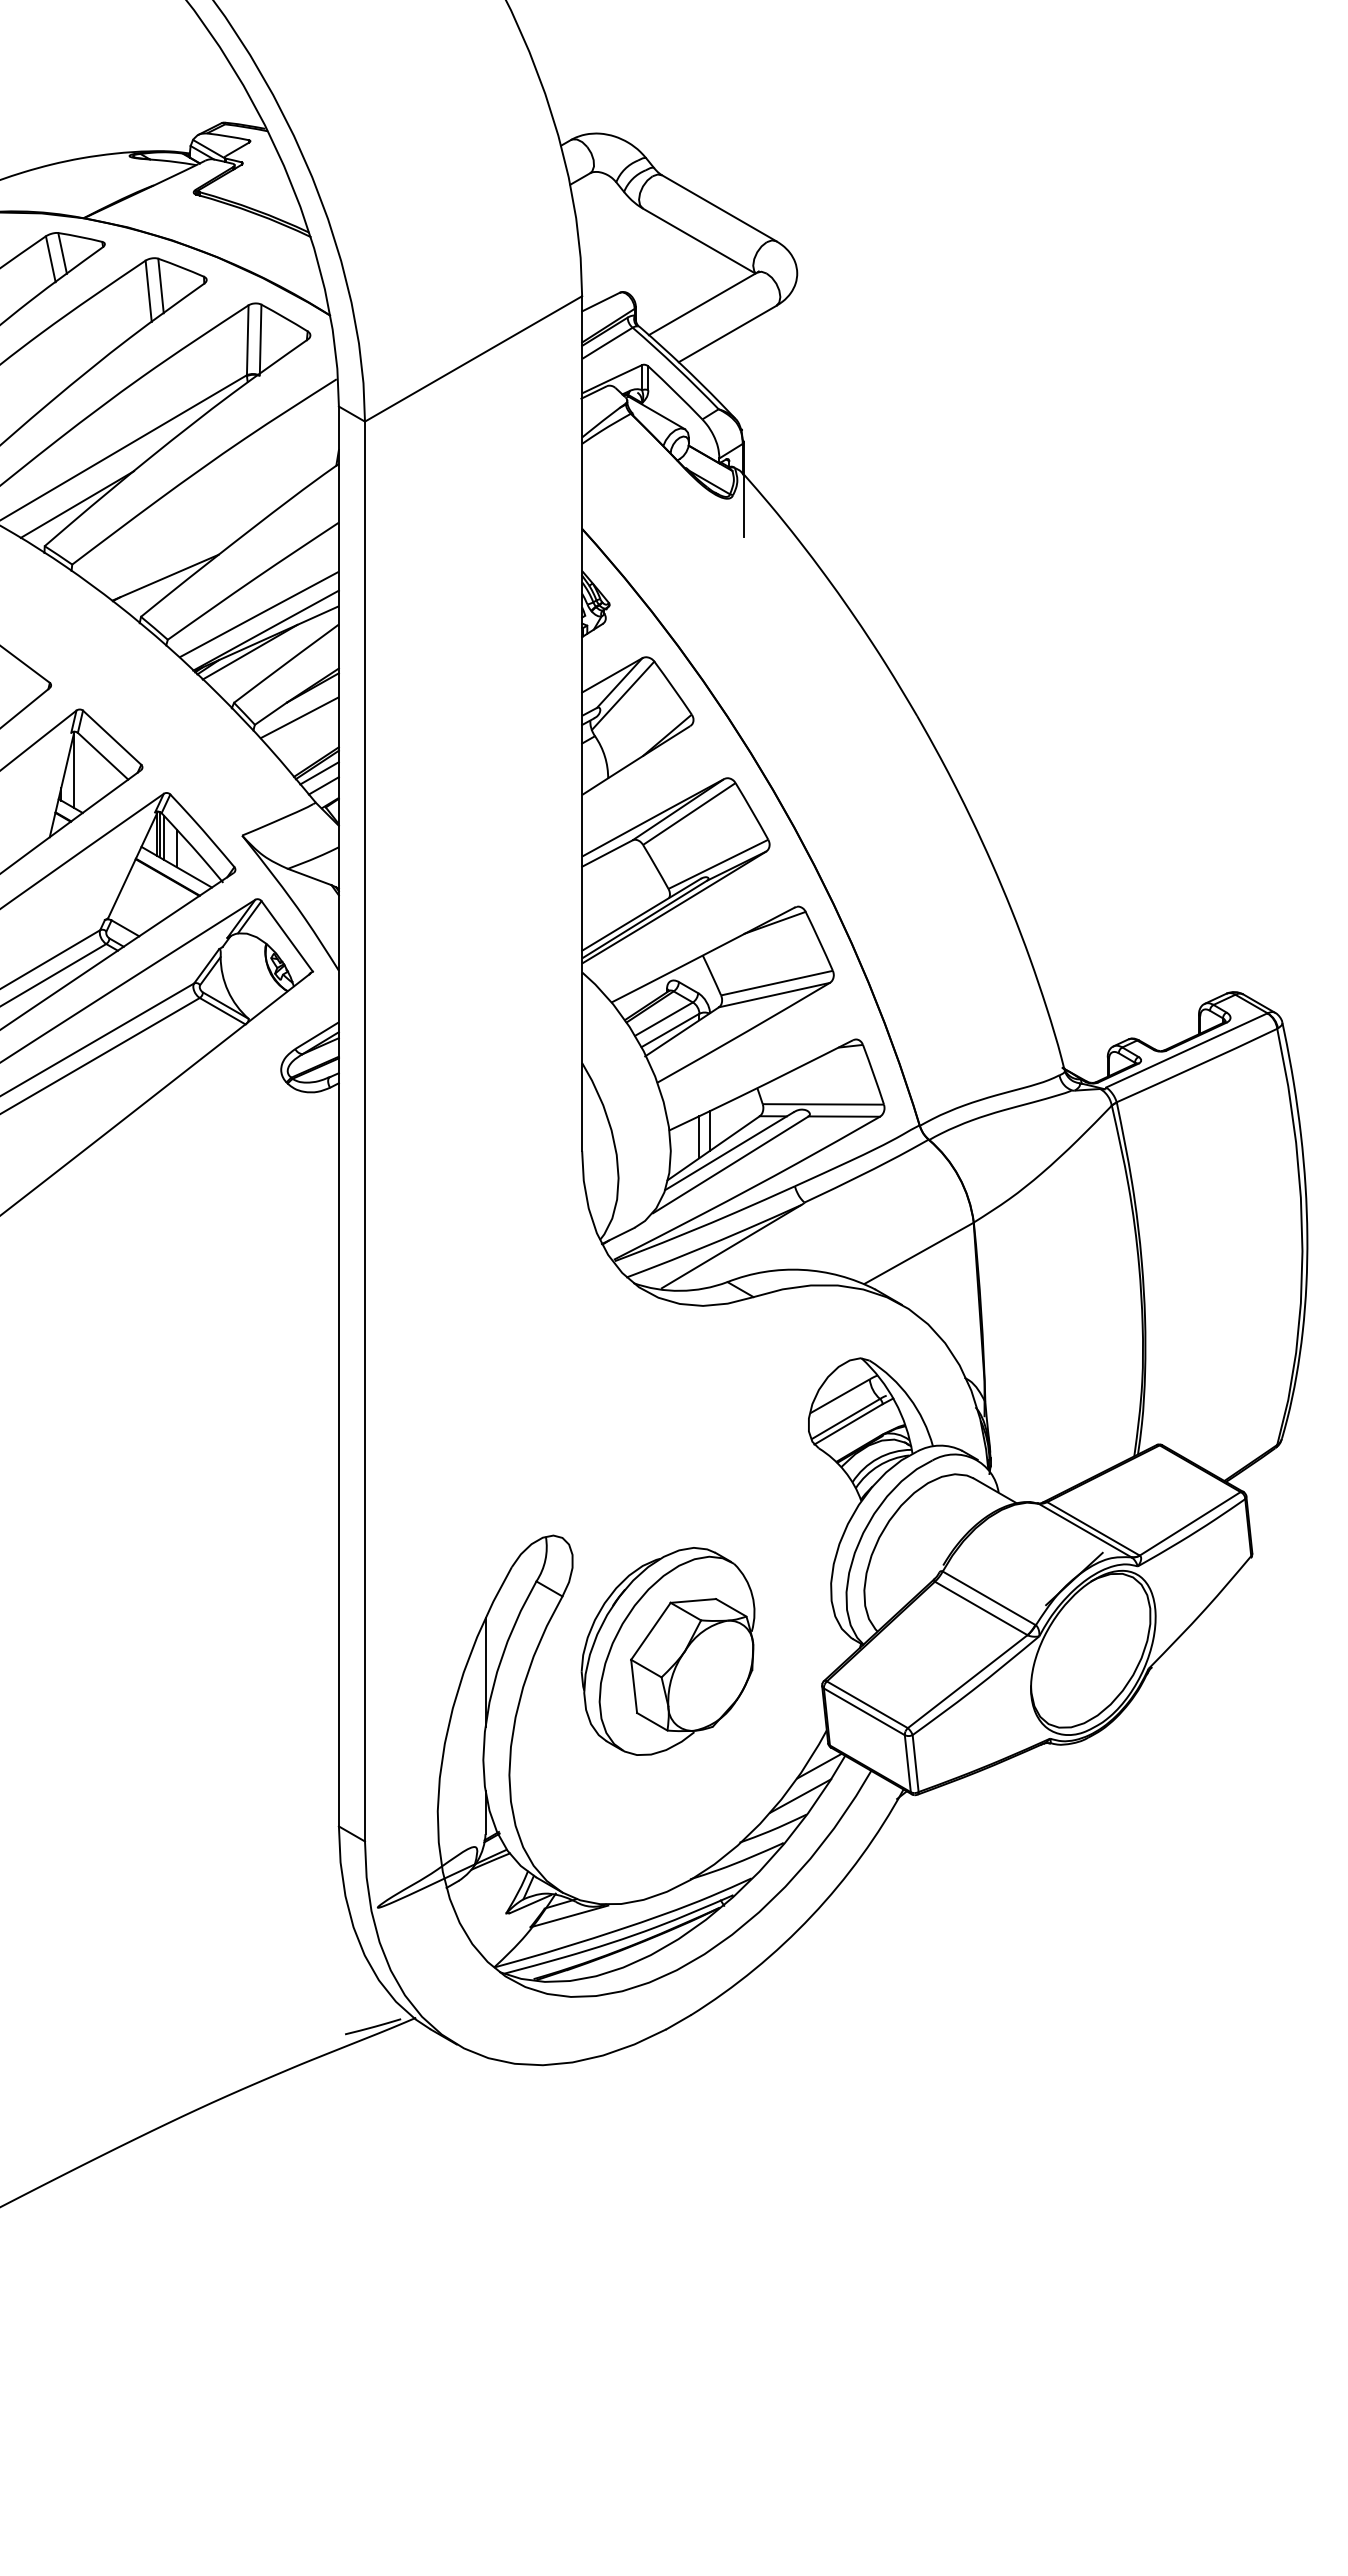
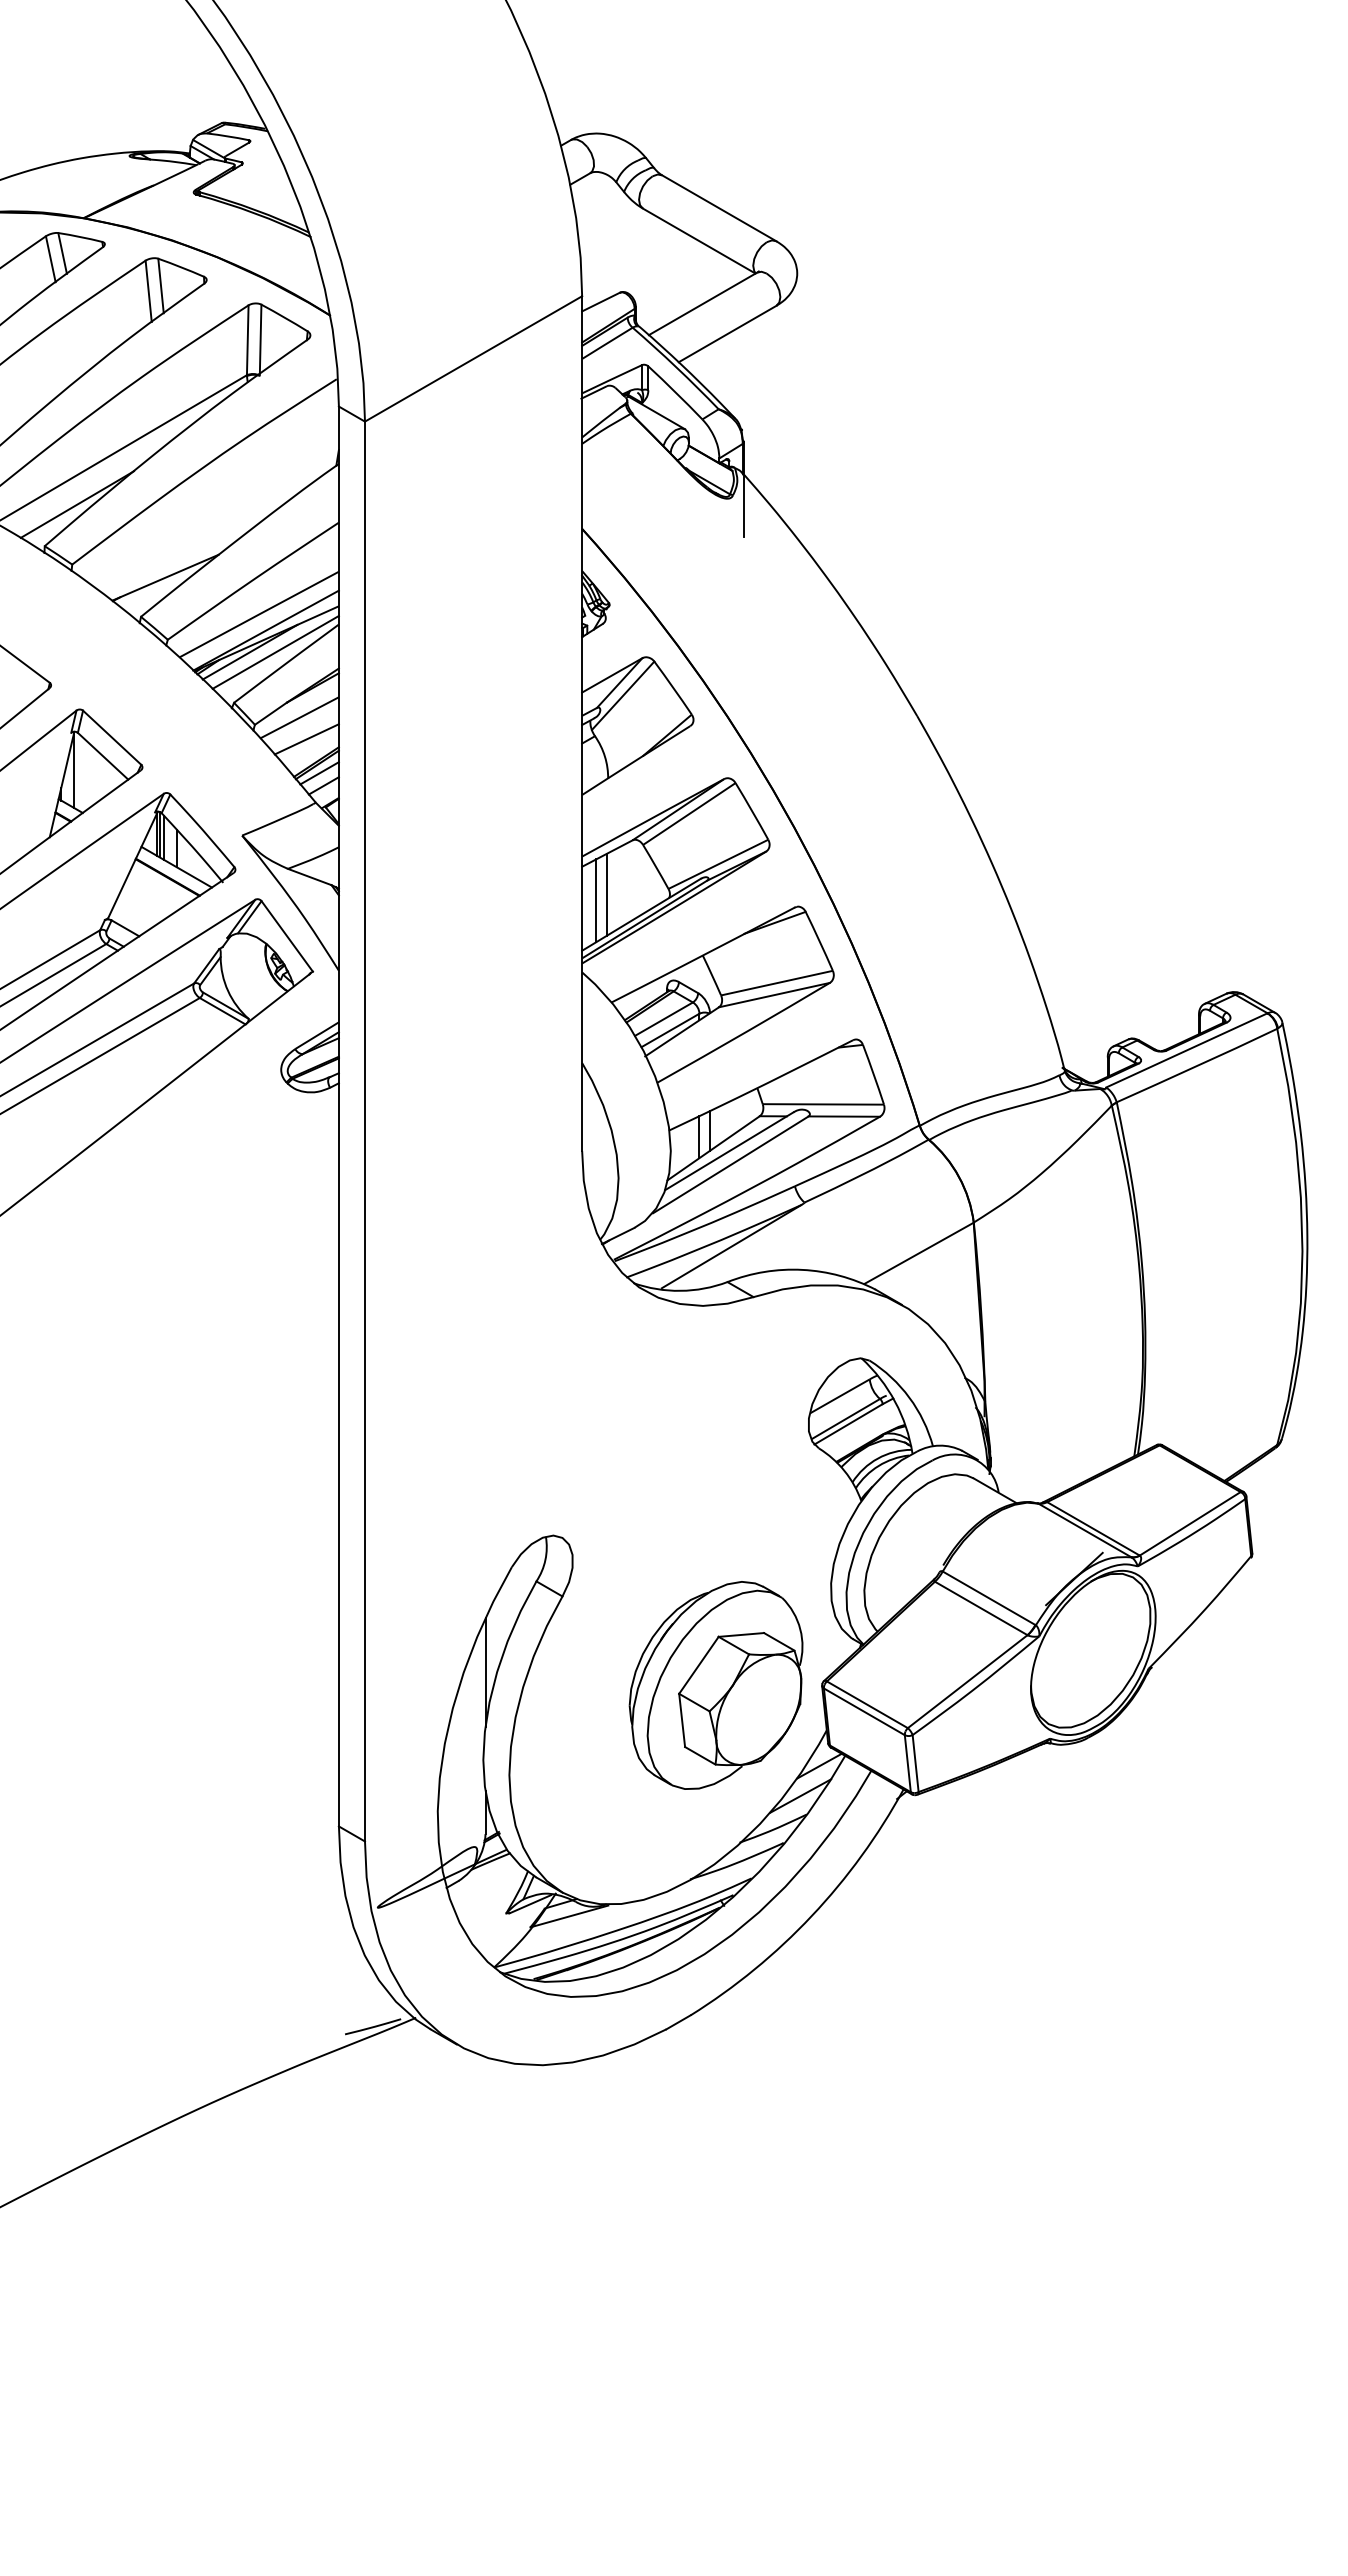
line at (275, 651): none -> present
line at (306, 739): none -> present
line at (606, 894): none -> present
line at (596, 900): none -> present
part at (667, 1651) position: (667, 1651) -> (715, 1685)
